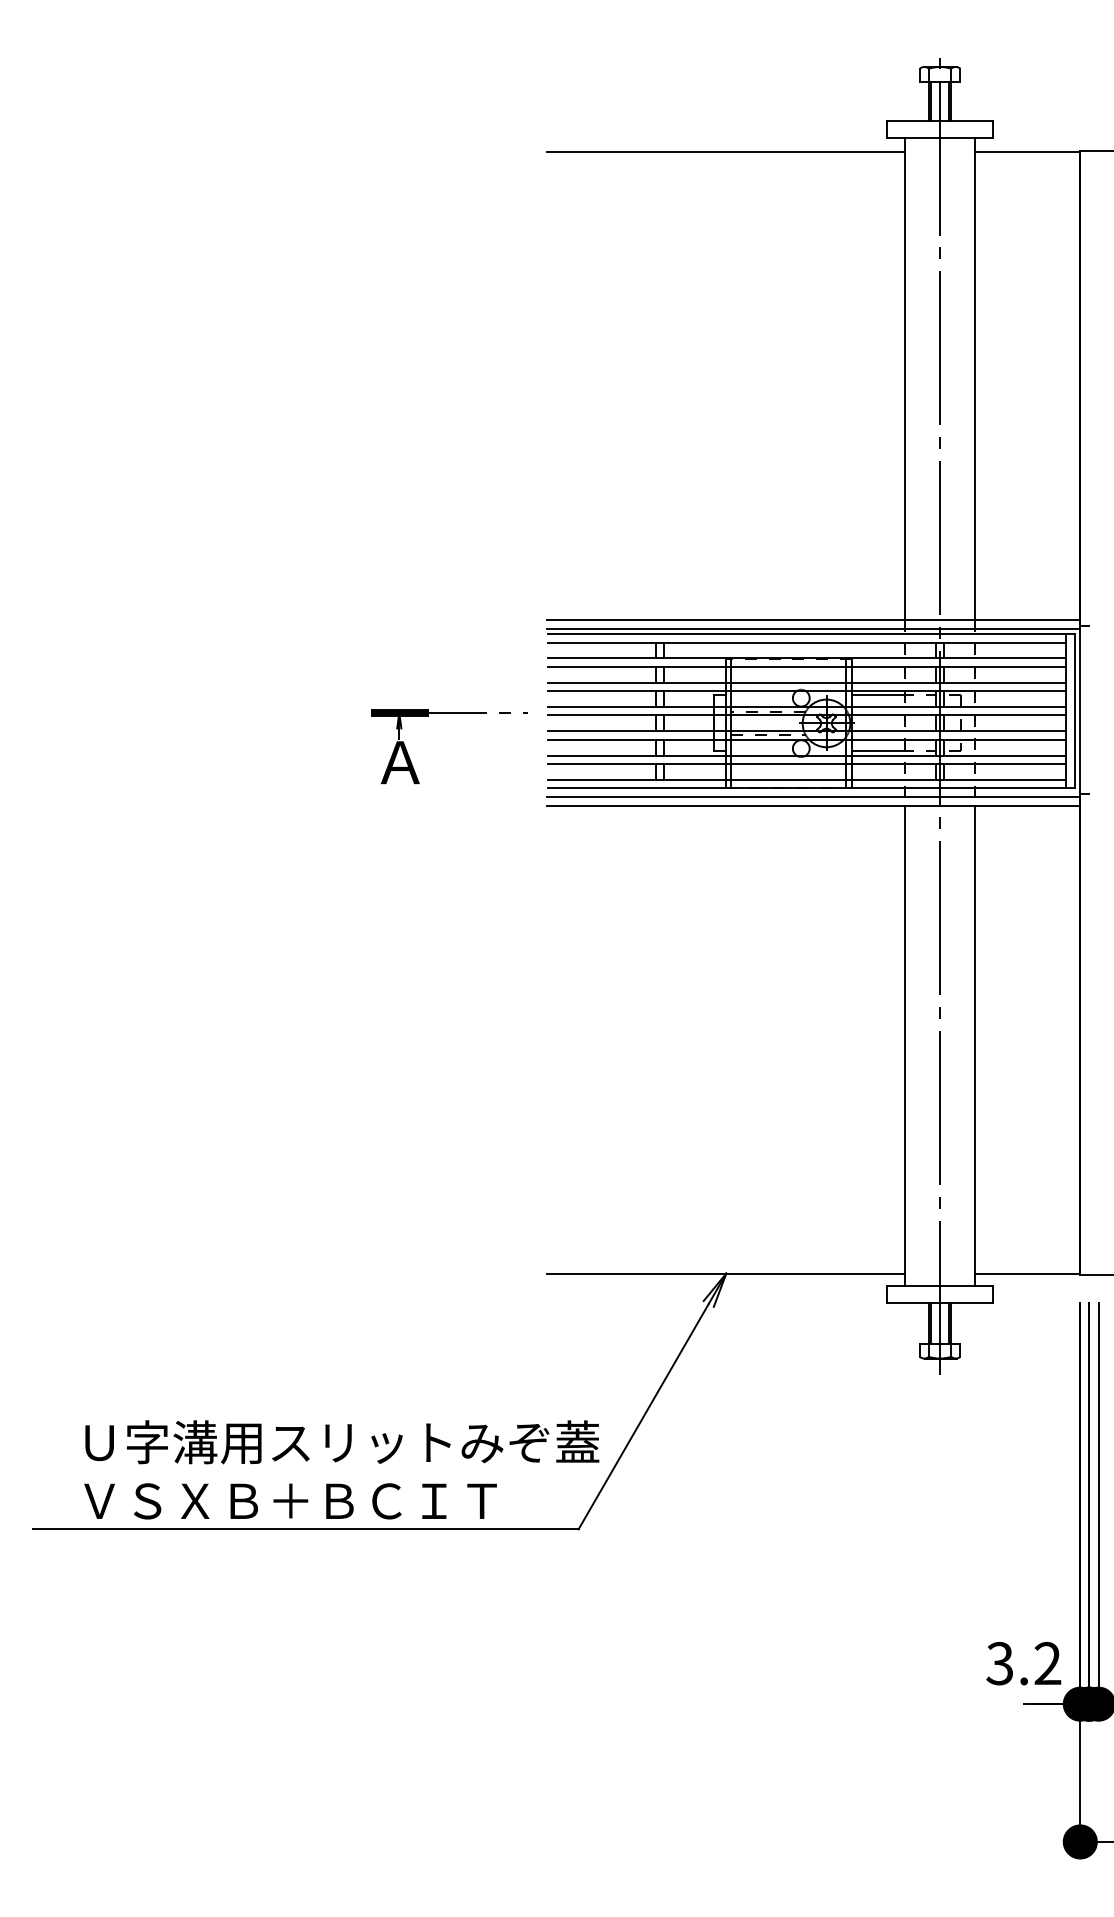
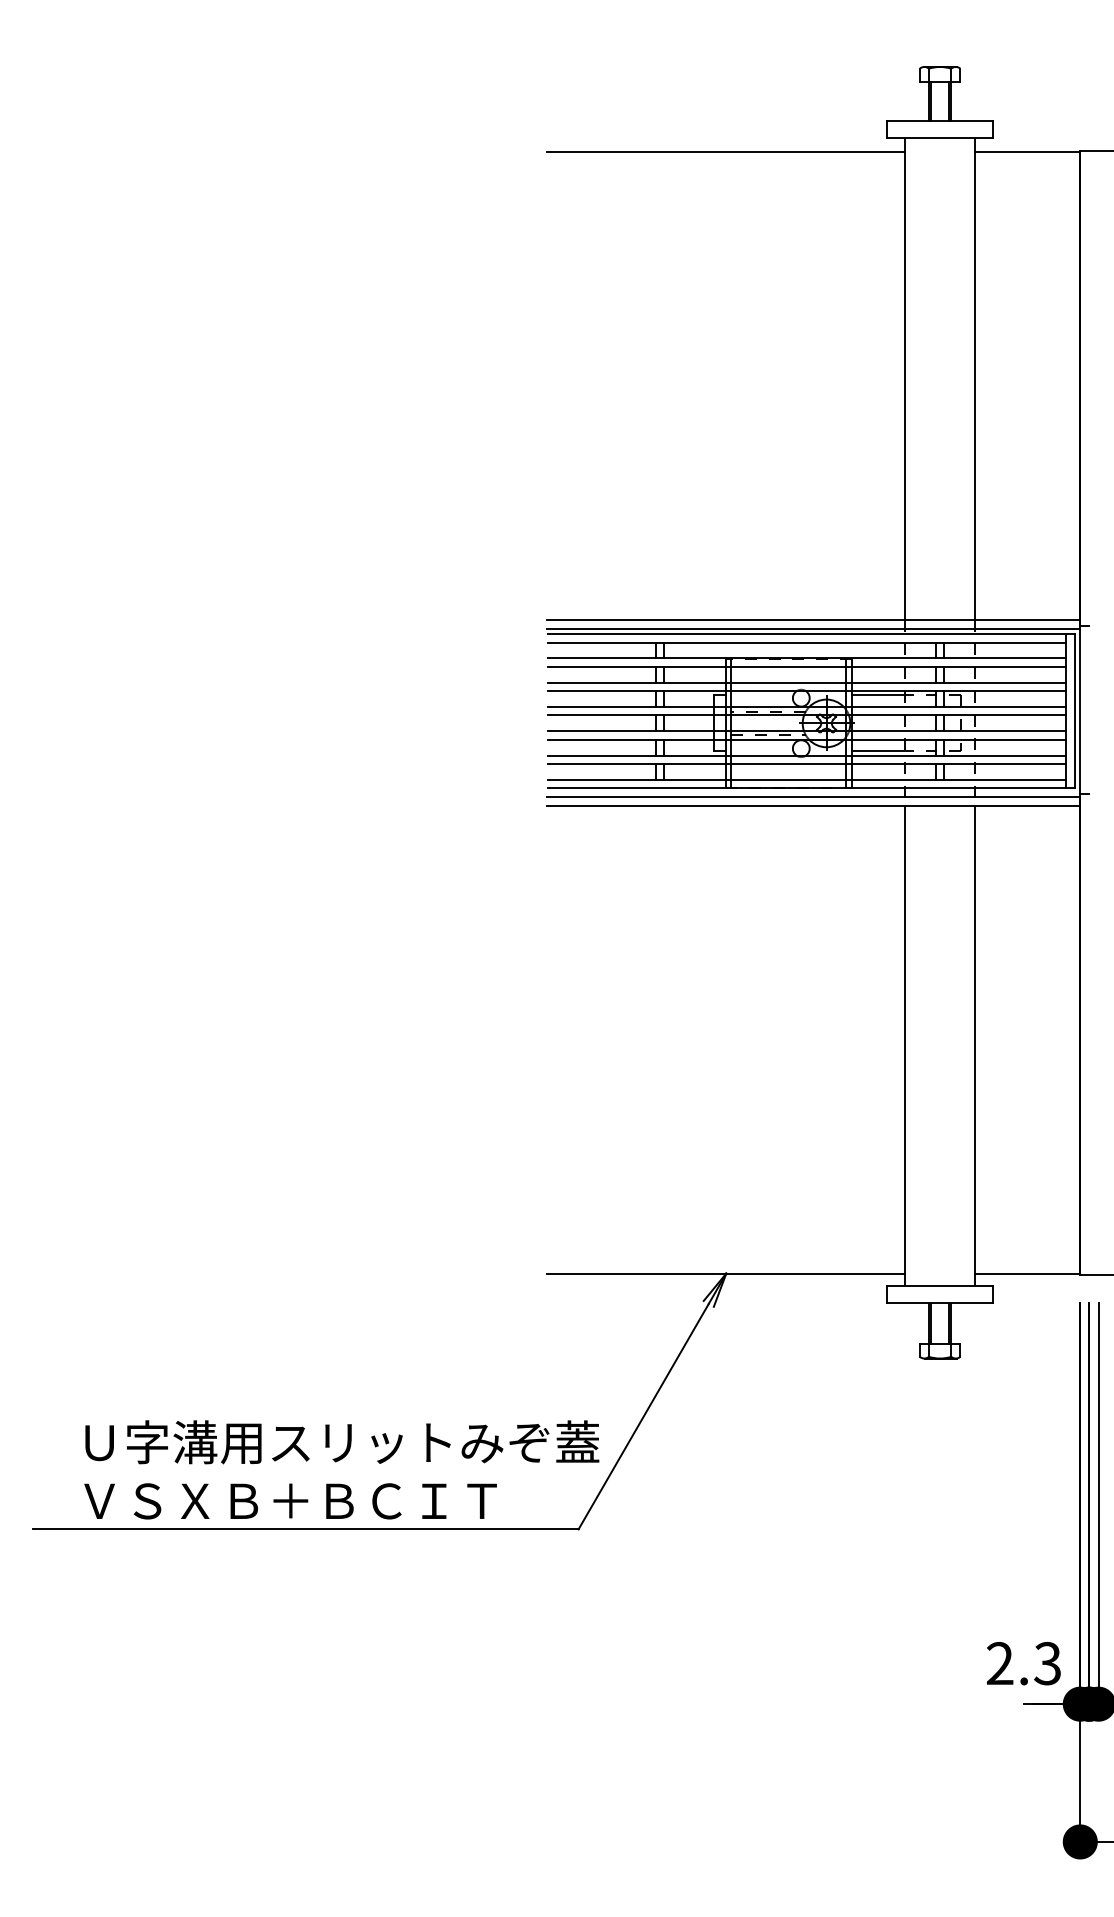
part at (449, 713): present -> none
line at (940, 713): present -> none
text at (1023, 1663): 3.2 -> 2.3
